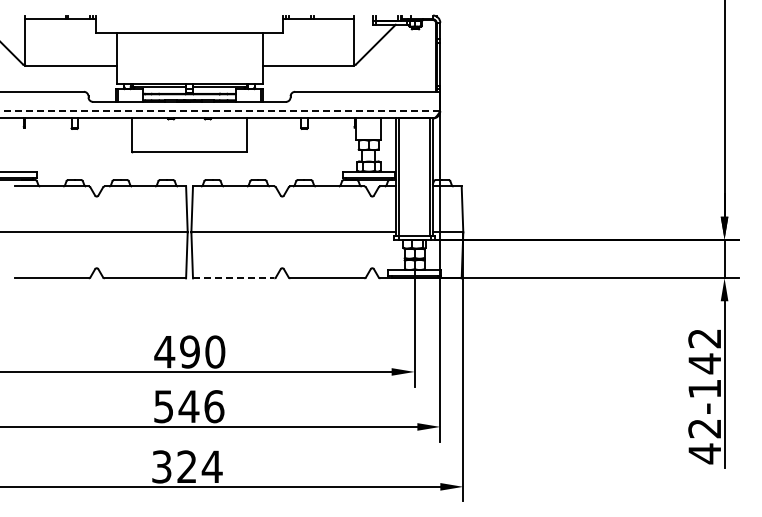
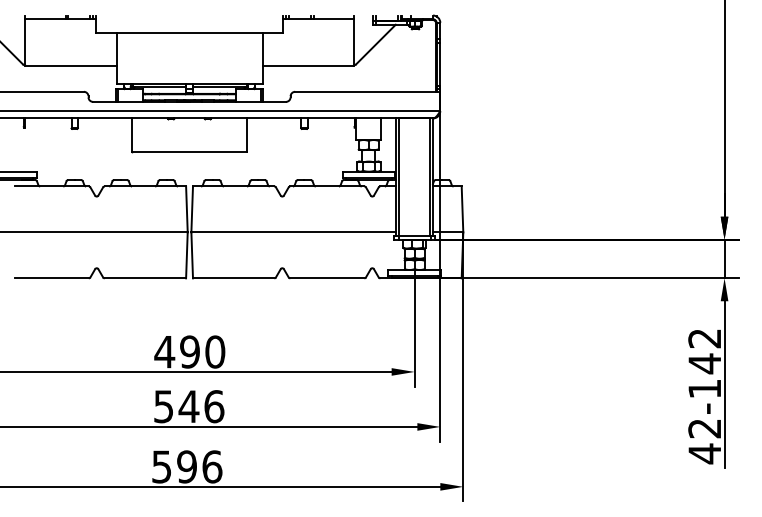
line at (220, 111): dashed -> solid
line at (233, 278): dashed -> solid
text at (187, 466): 324 -> 596
